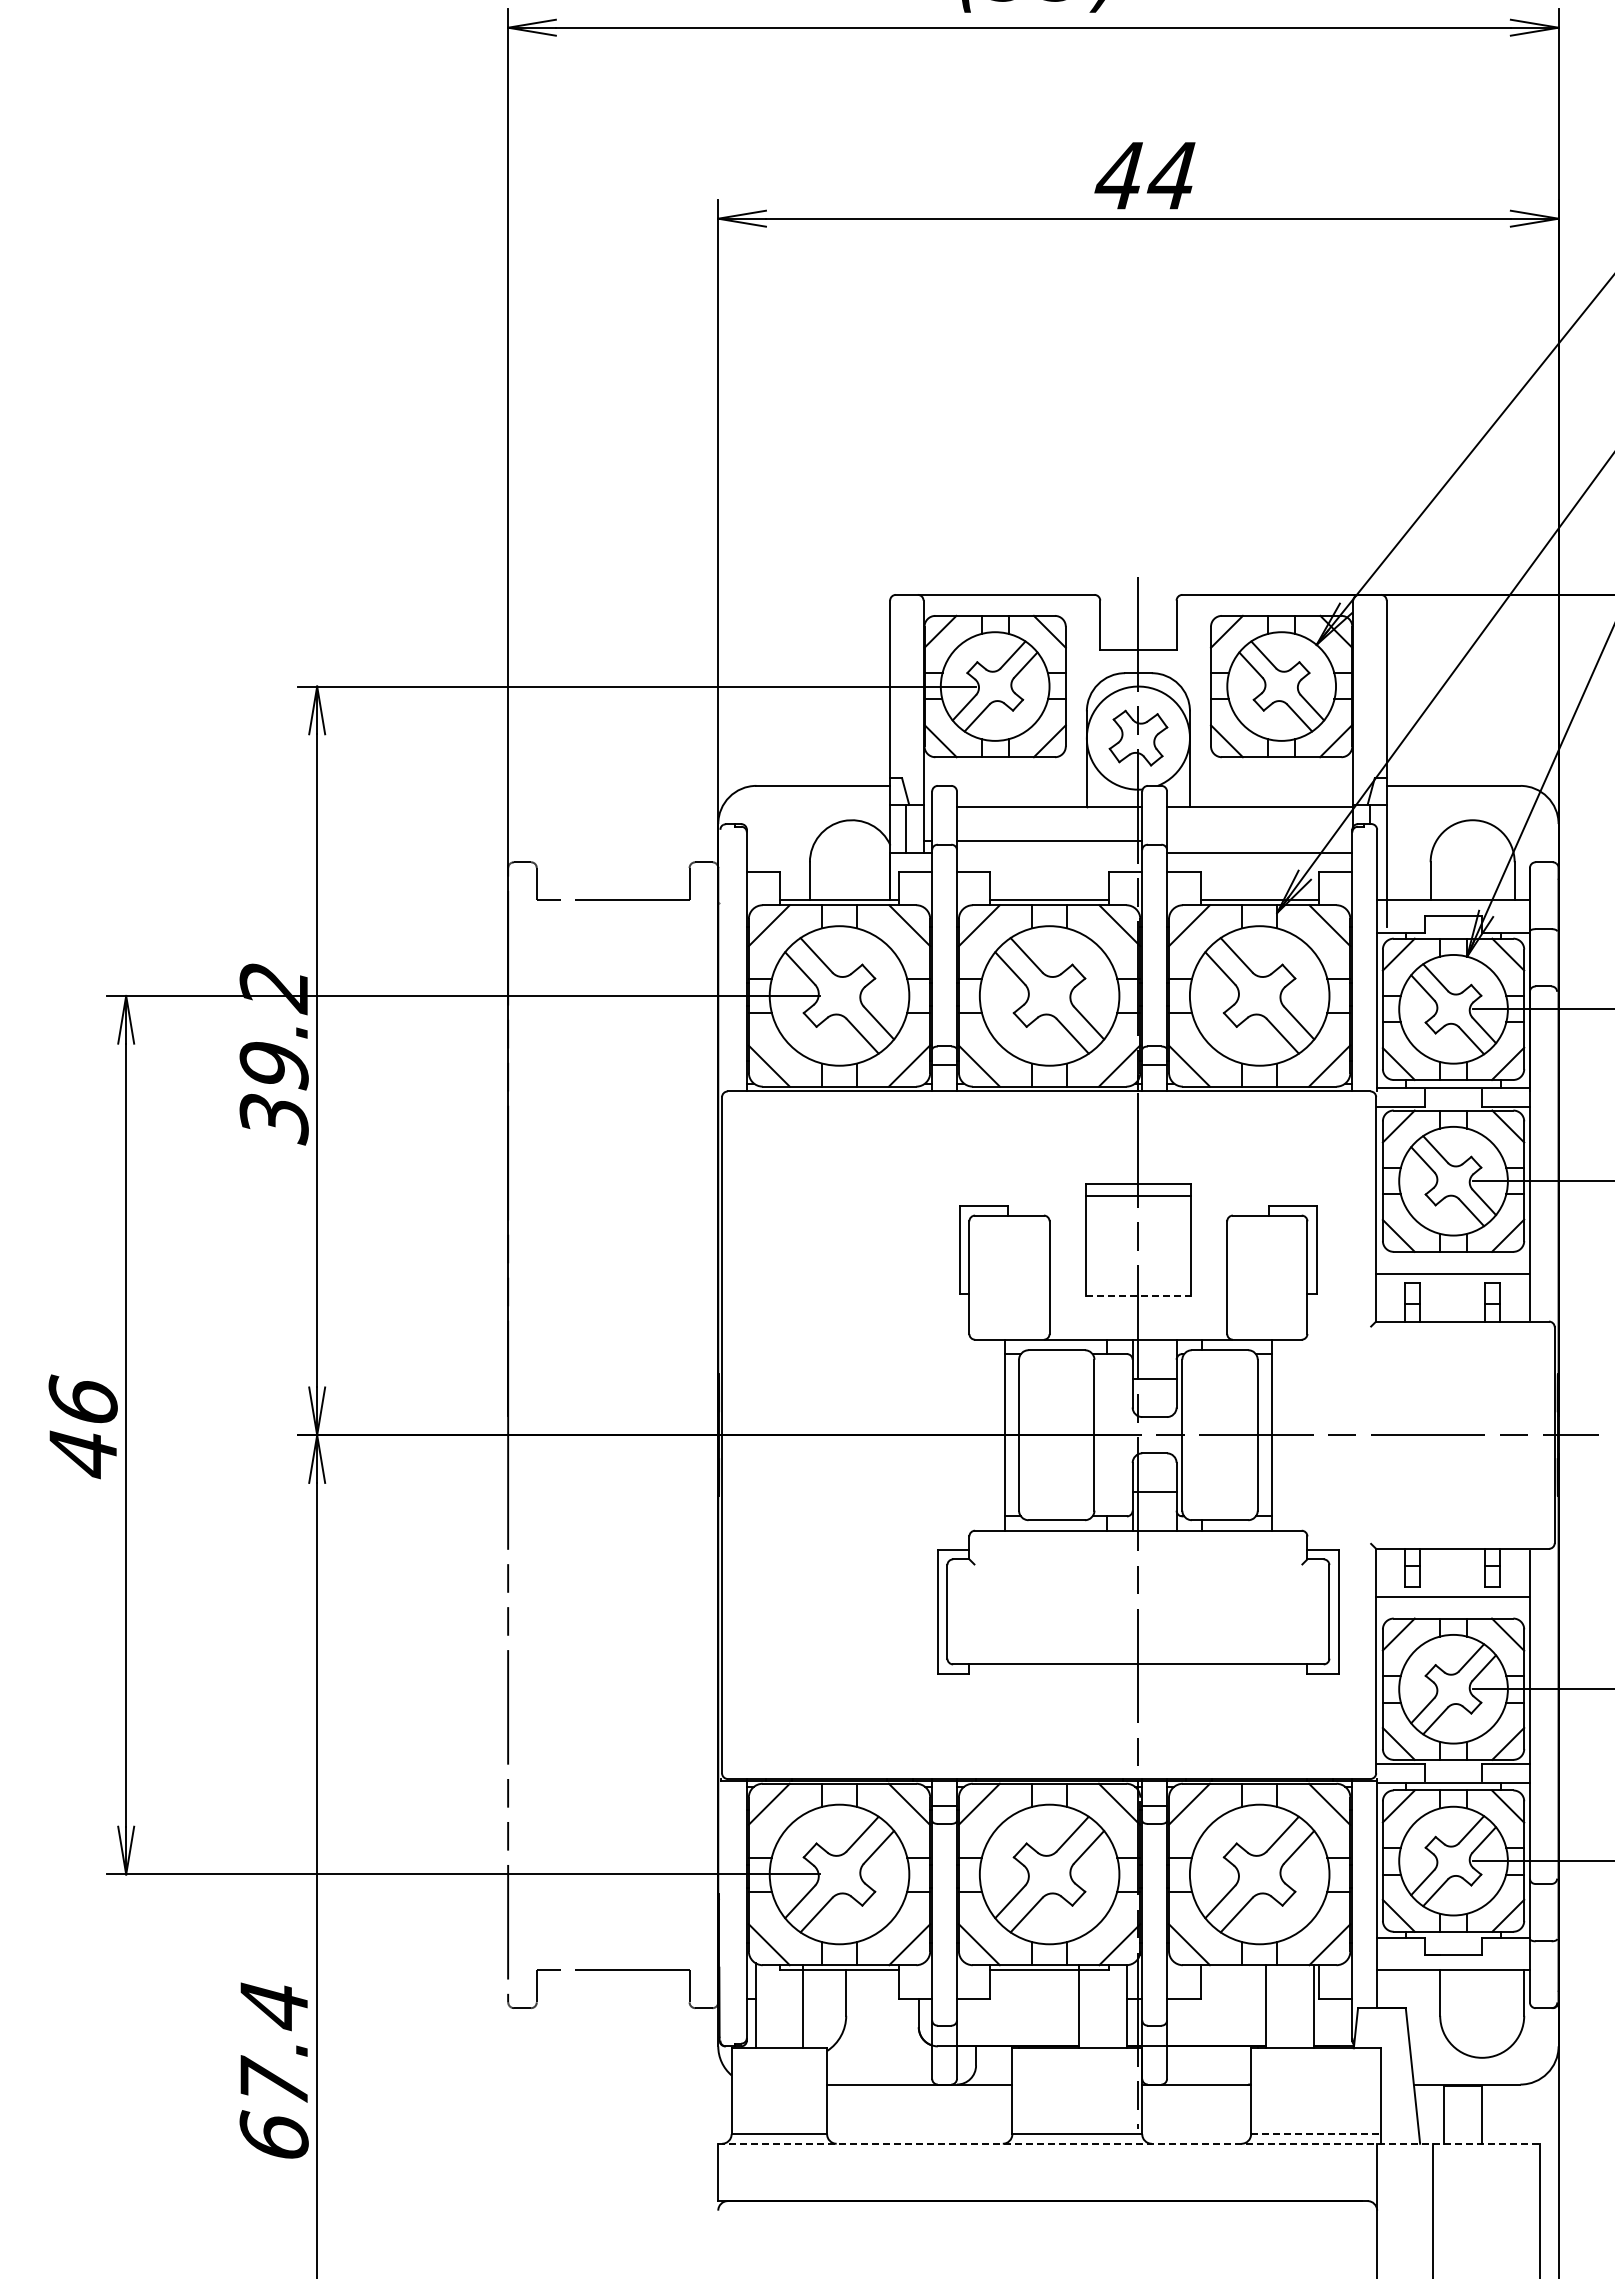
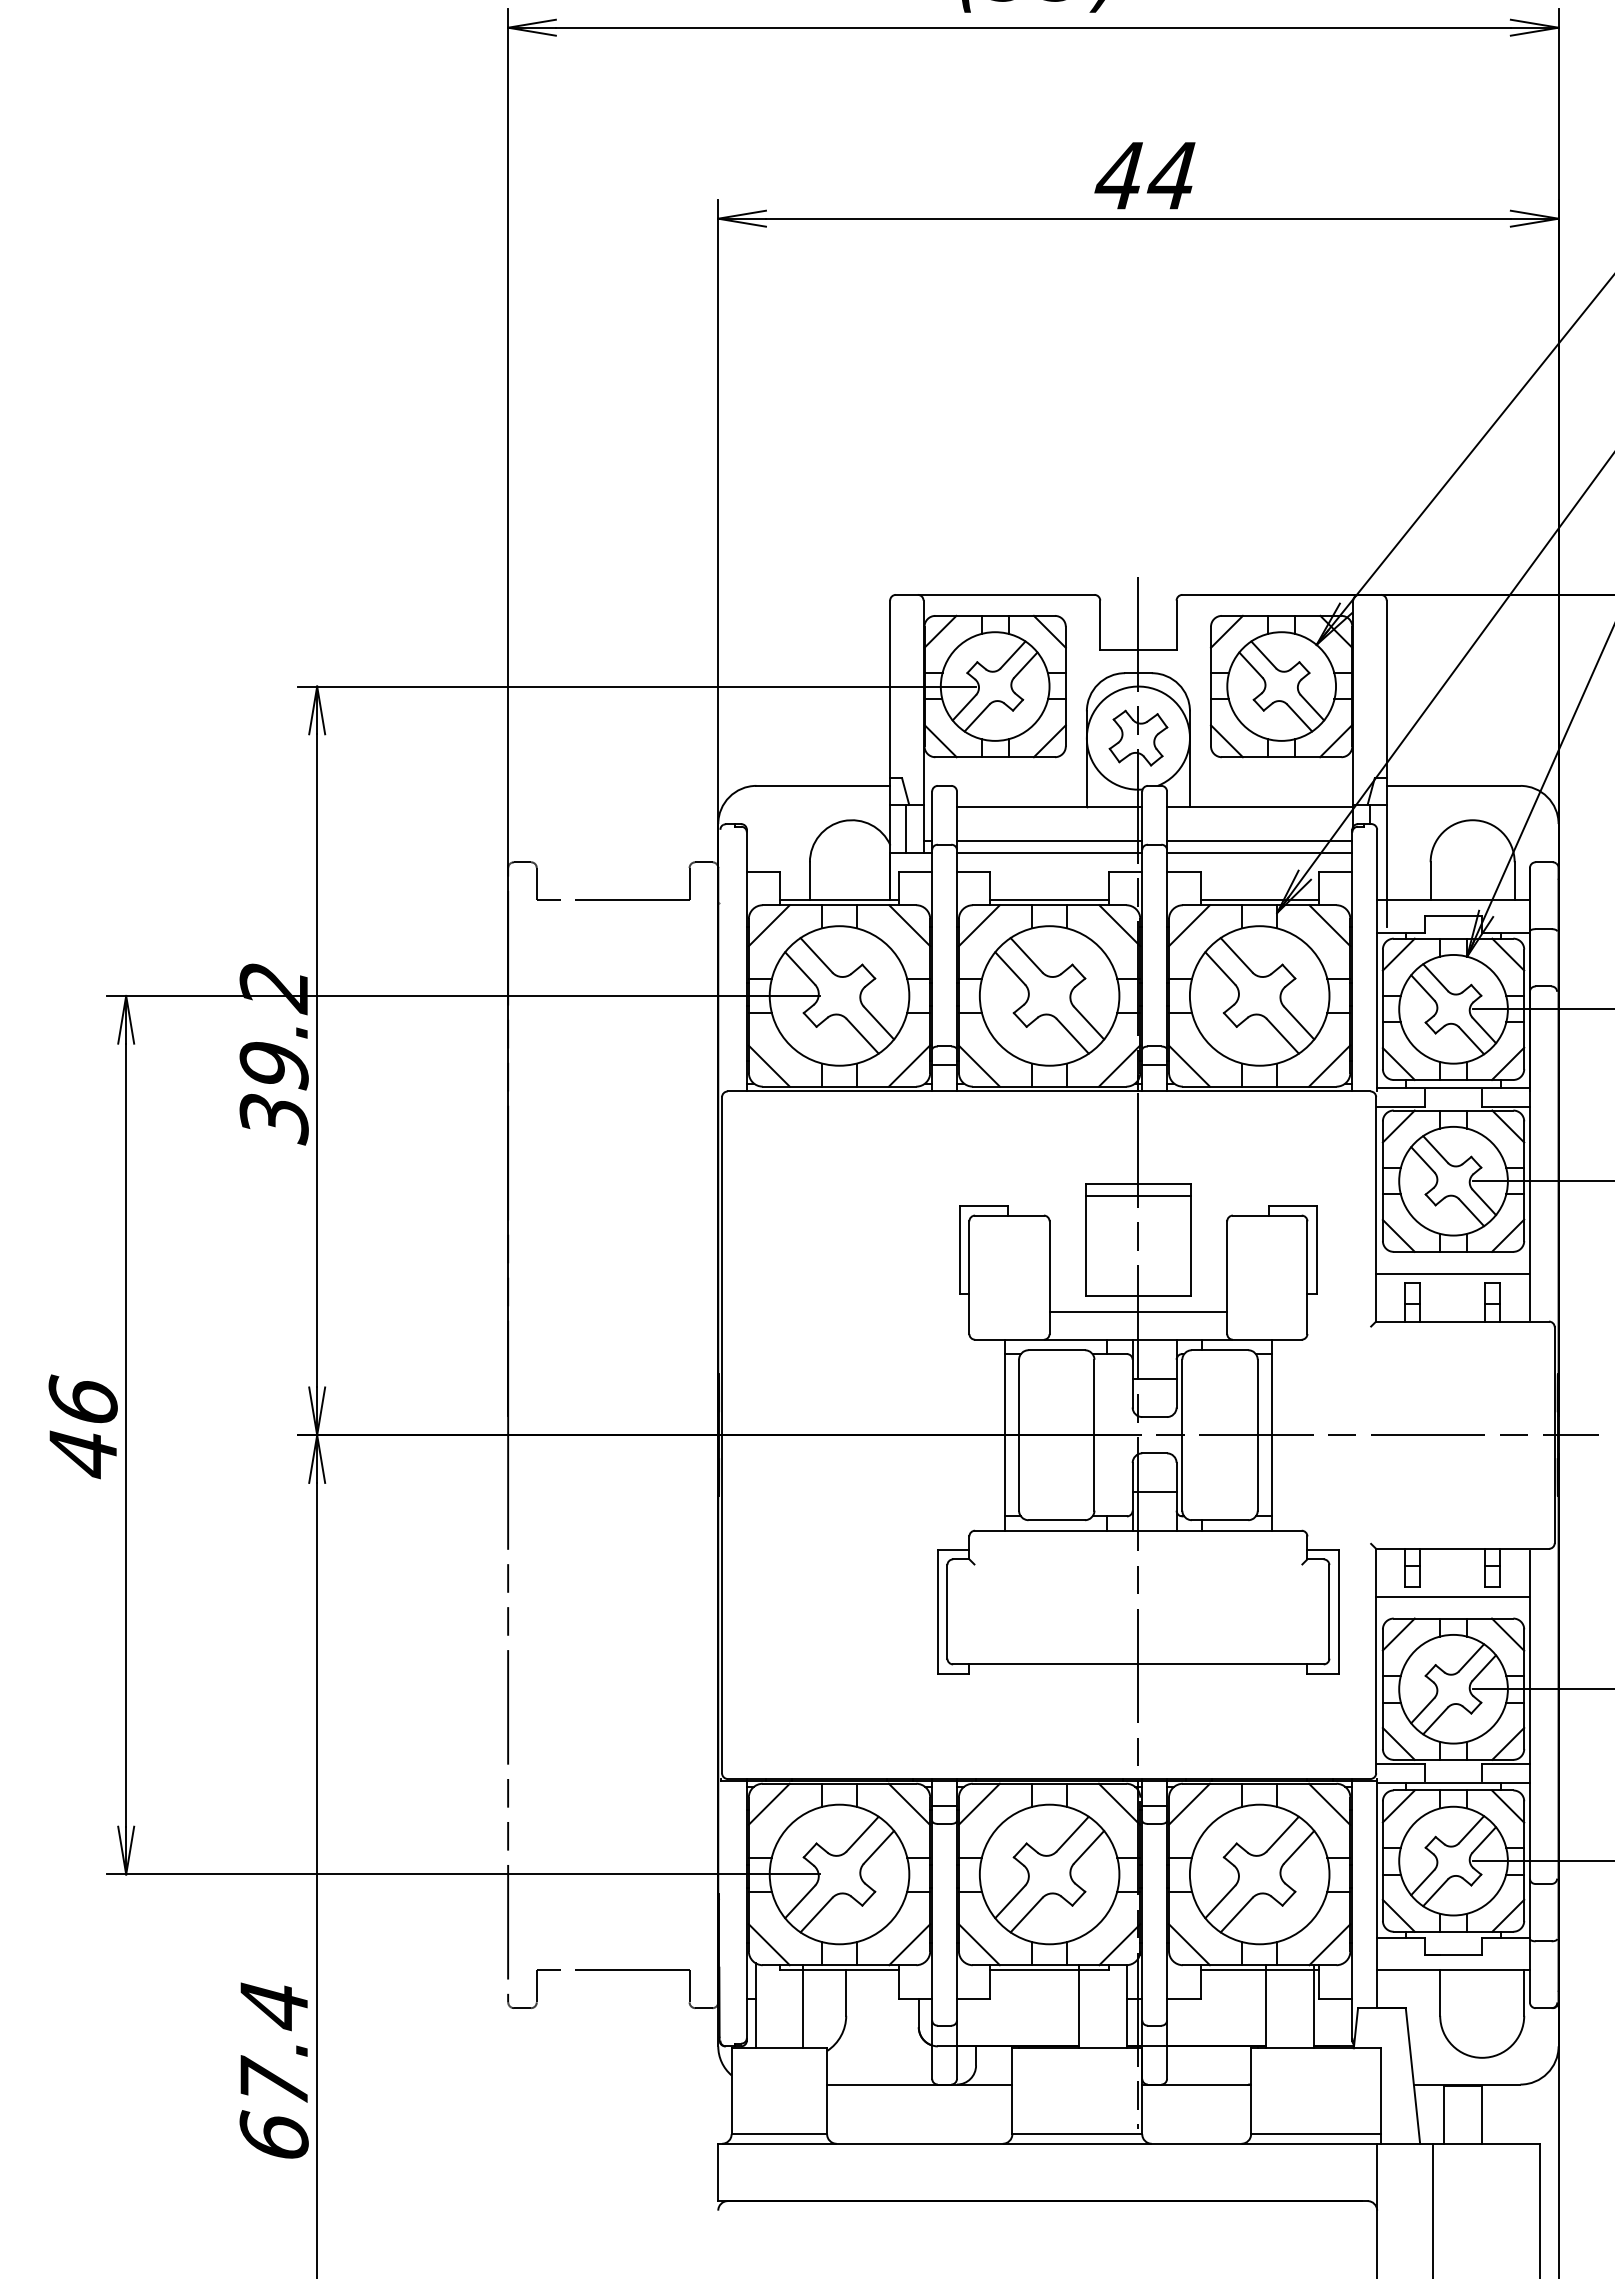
line at (1259, 841): none -> present
line at (1049, 852): none -> present
line at (1138, 1295): dashed -> solid
line at (1138, 1312): none -> present
line at (1259, 1969): none -> present
line at (1316, 2134): dashed -> solid
line at (1128, 2143): dashed -> solid
